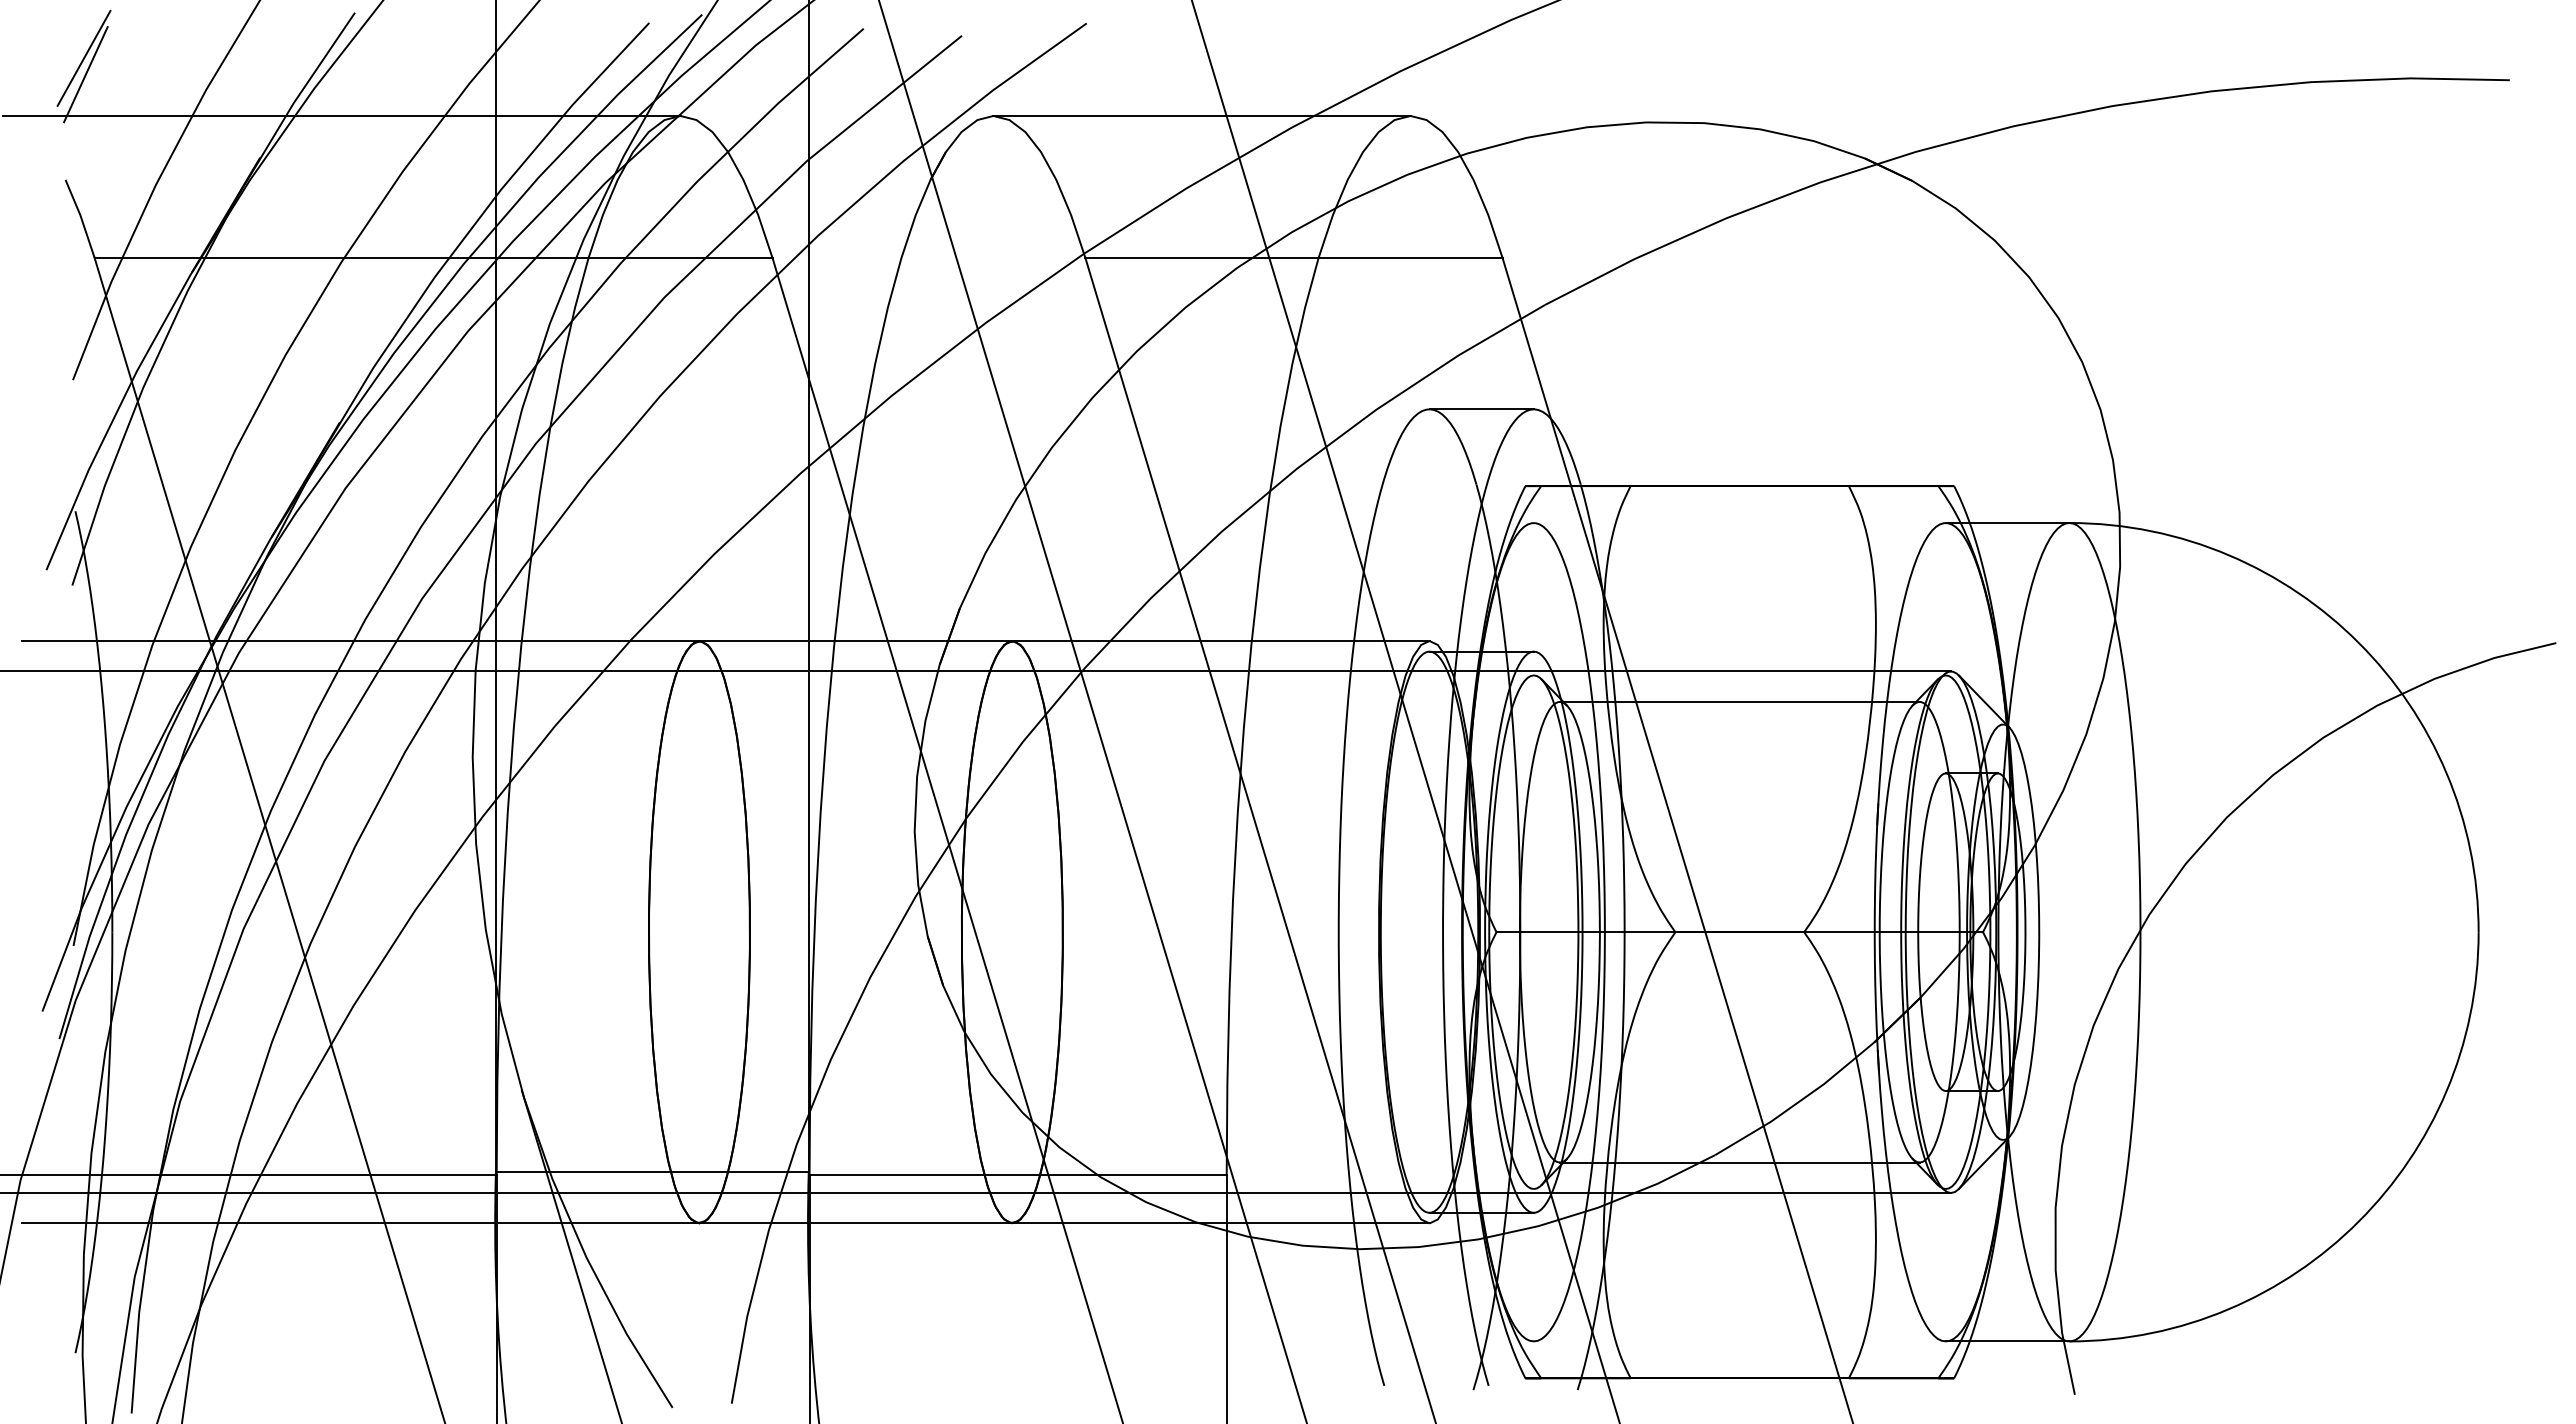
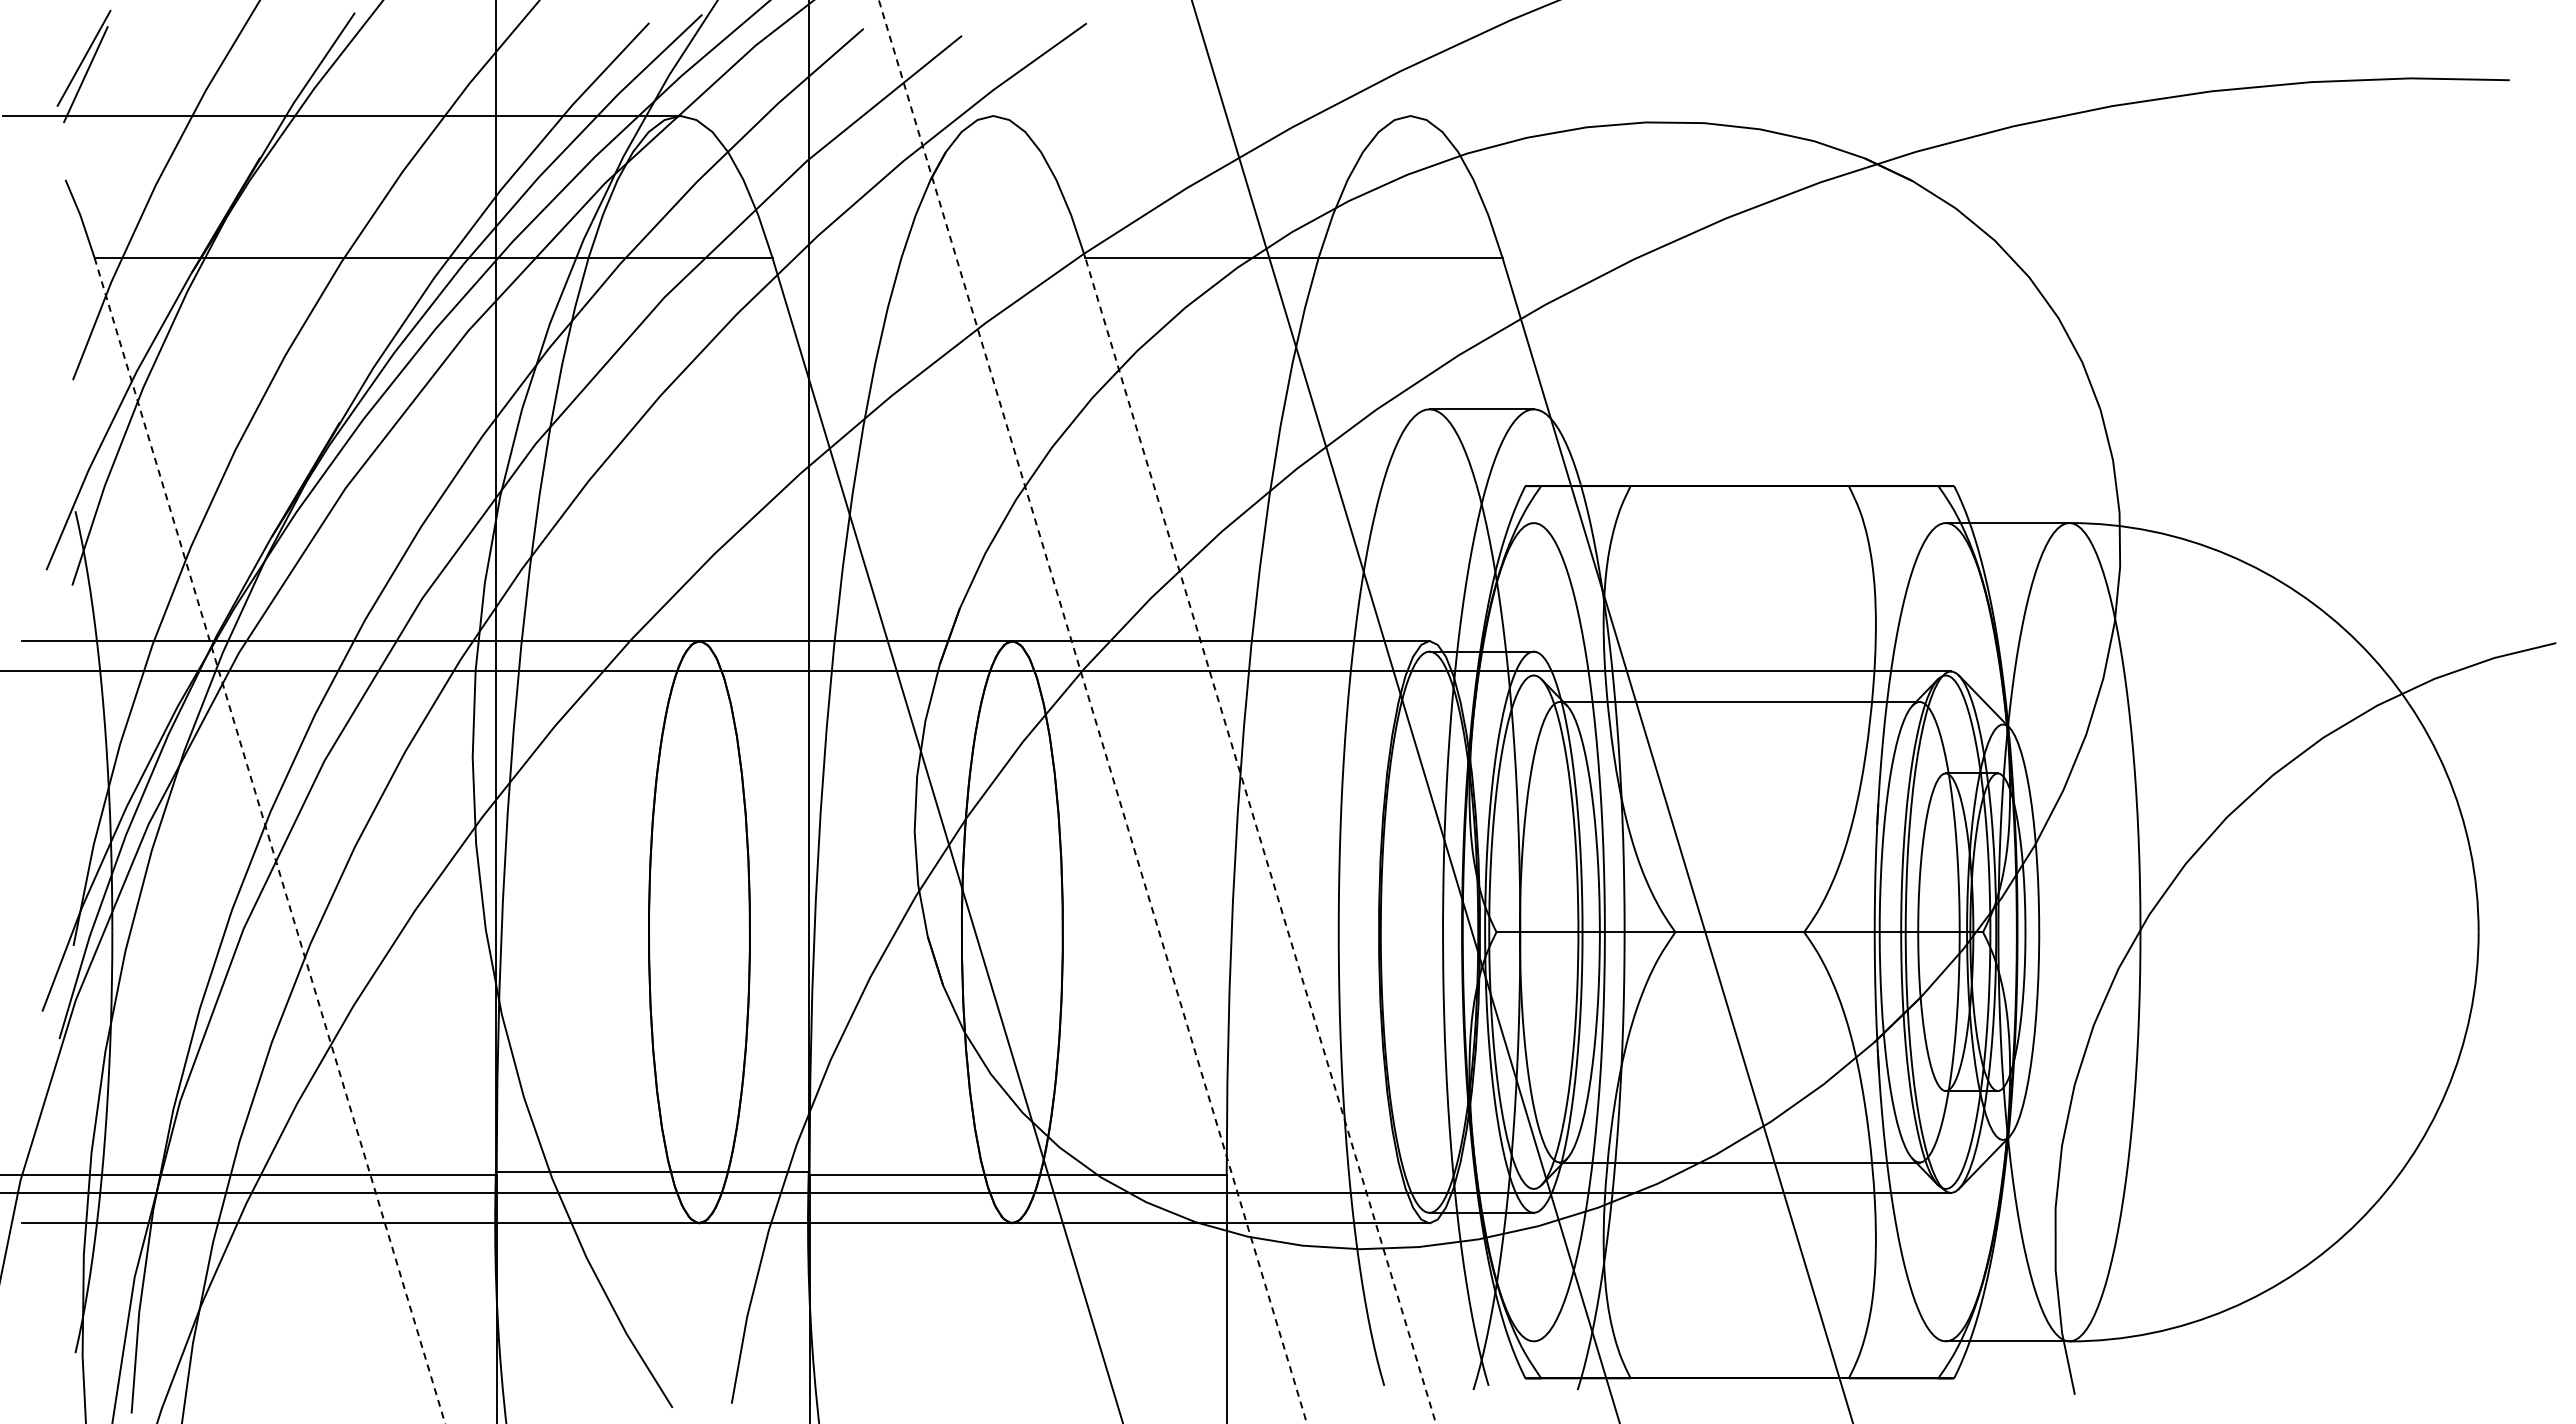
line at (1201, 115): present -> none
line at (1092, 711): solid -> dashed
line at (1260, 840): solid -> dashed
line at (270, 841): solid -> dashed
line at (571, 1255): present -> none
